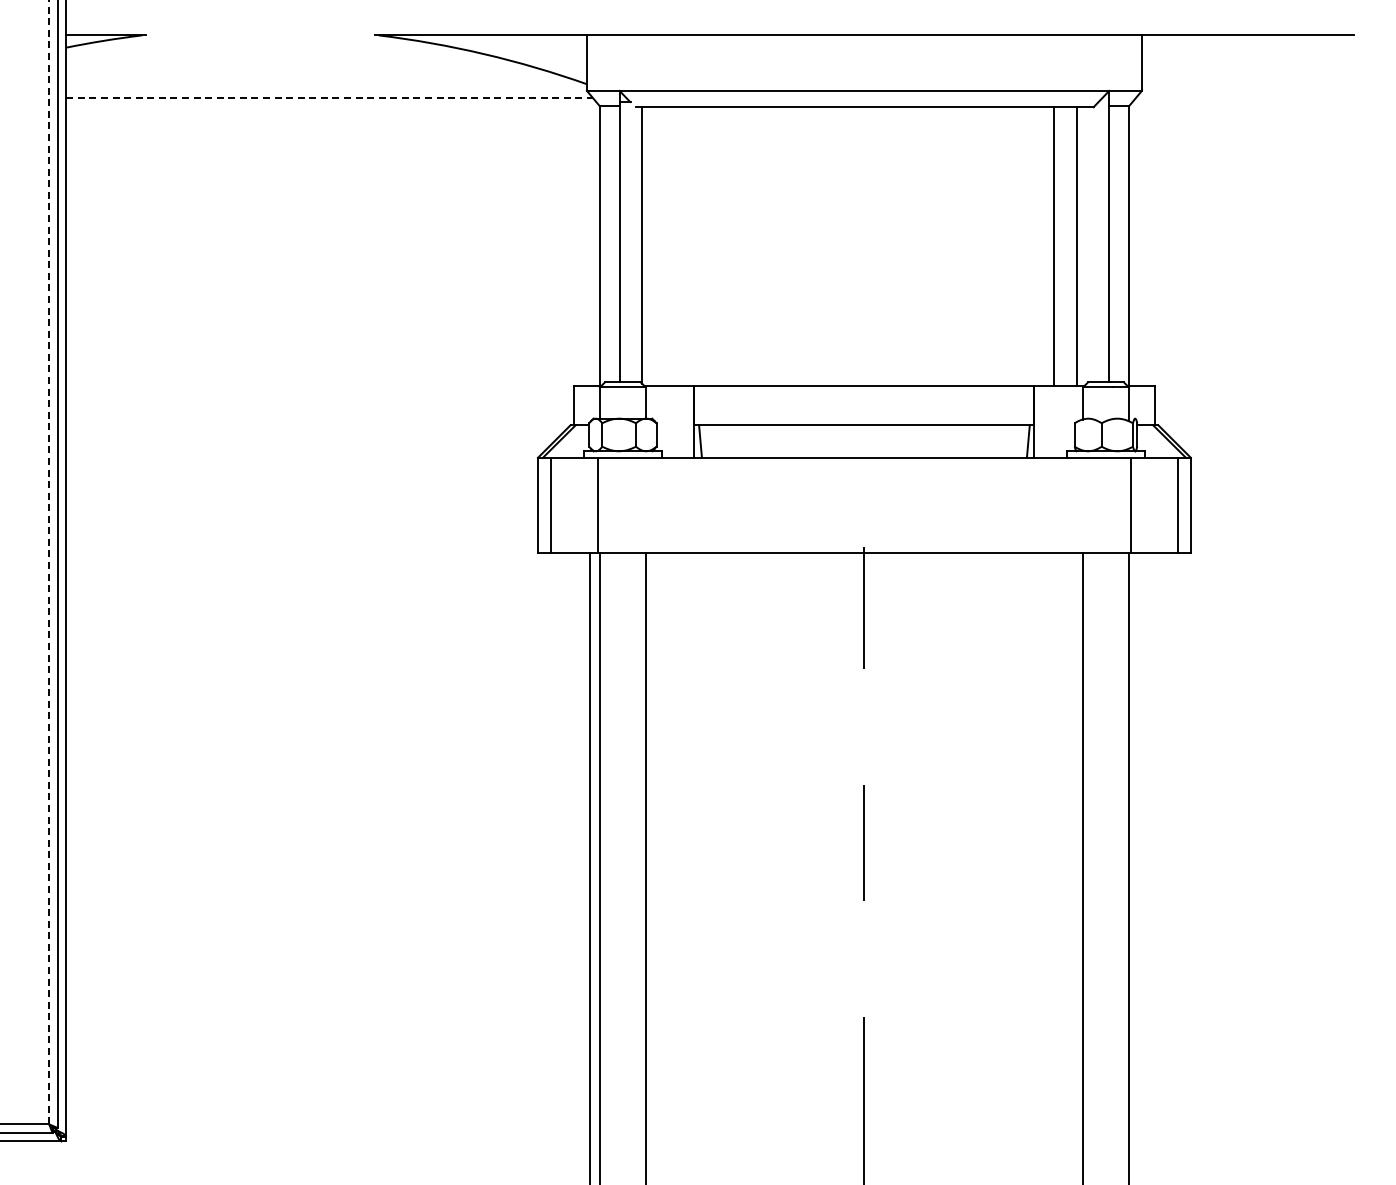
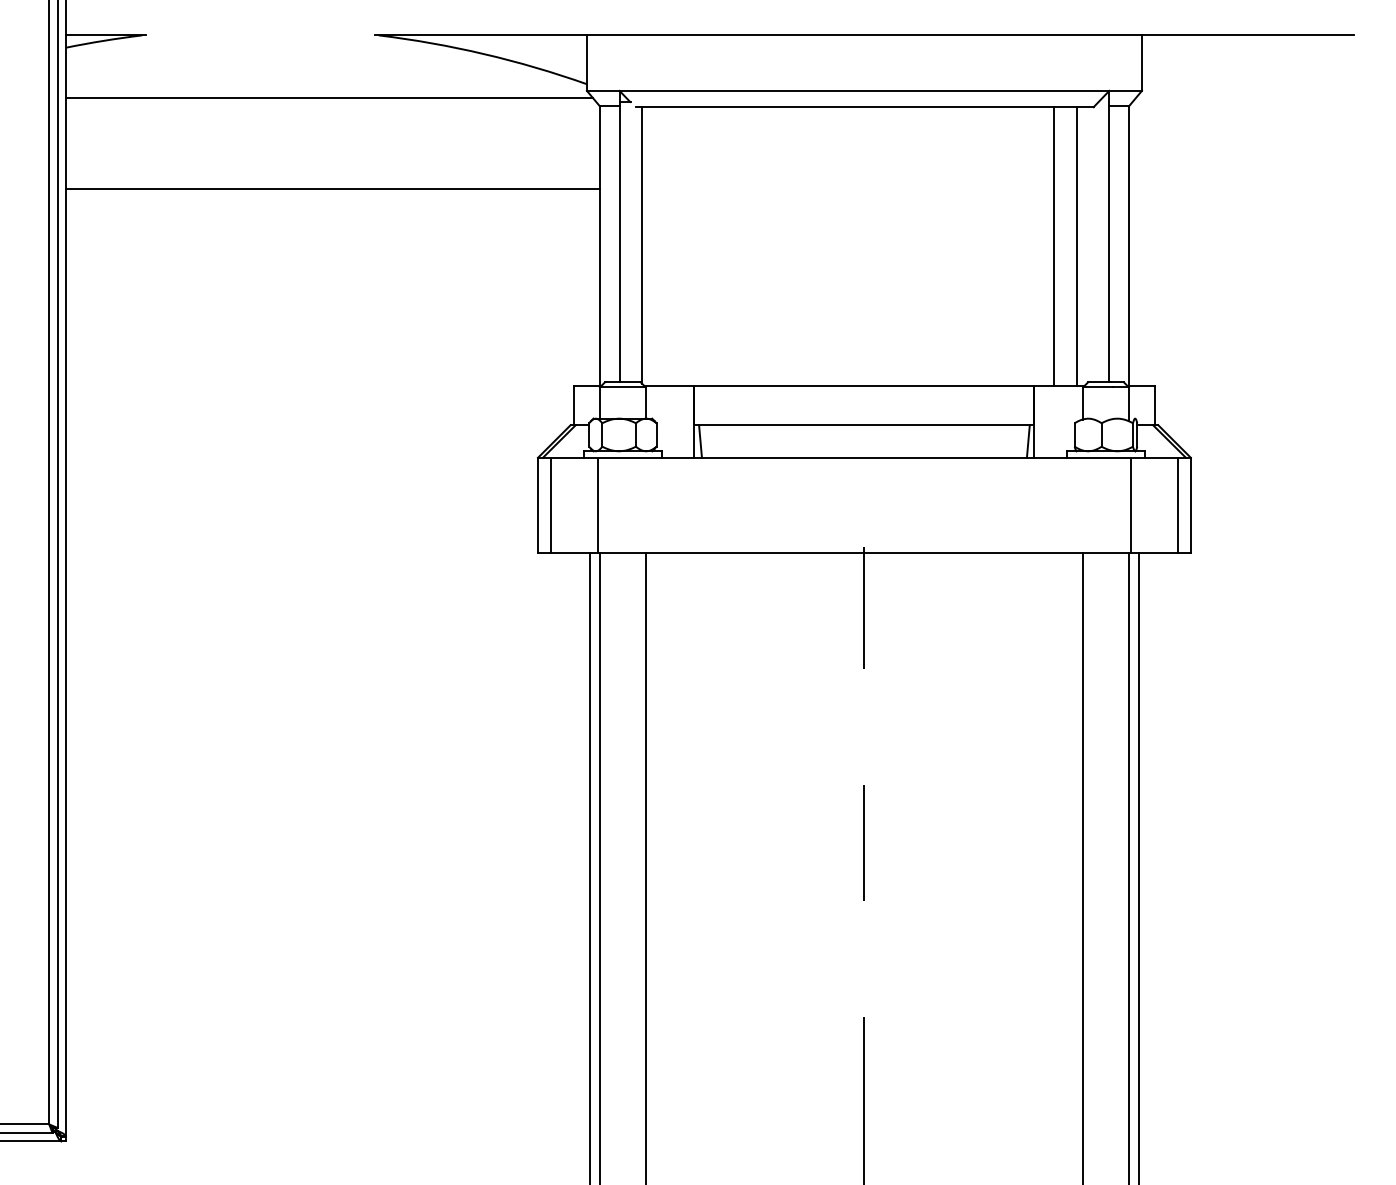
line at (330, 97): dashed -> solid
line at (333, 188): none -> present
line at (49, 562): dashed -> solid
line at (1138, 866): none -> present
